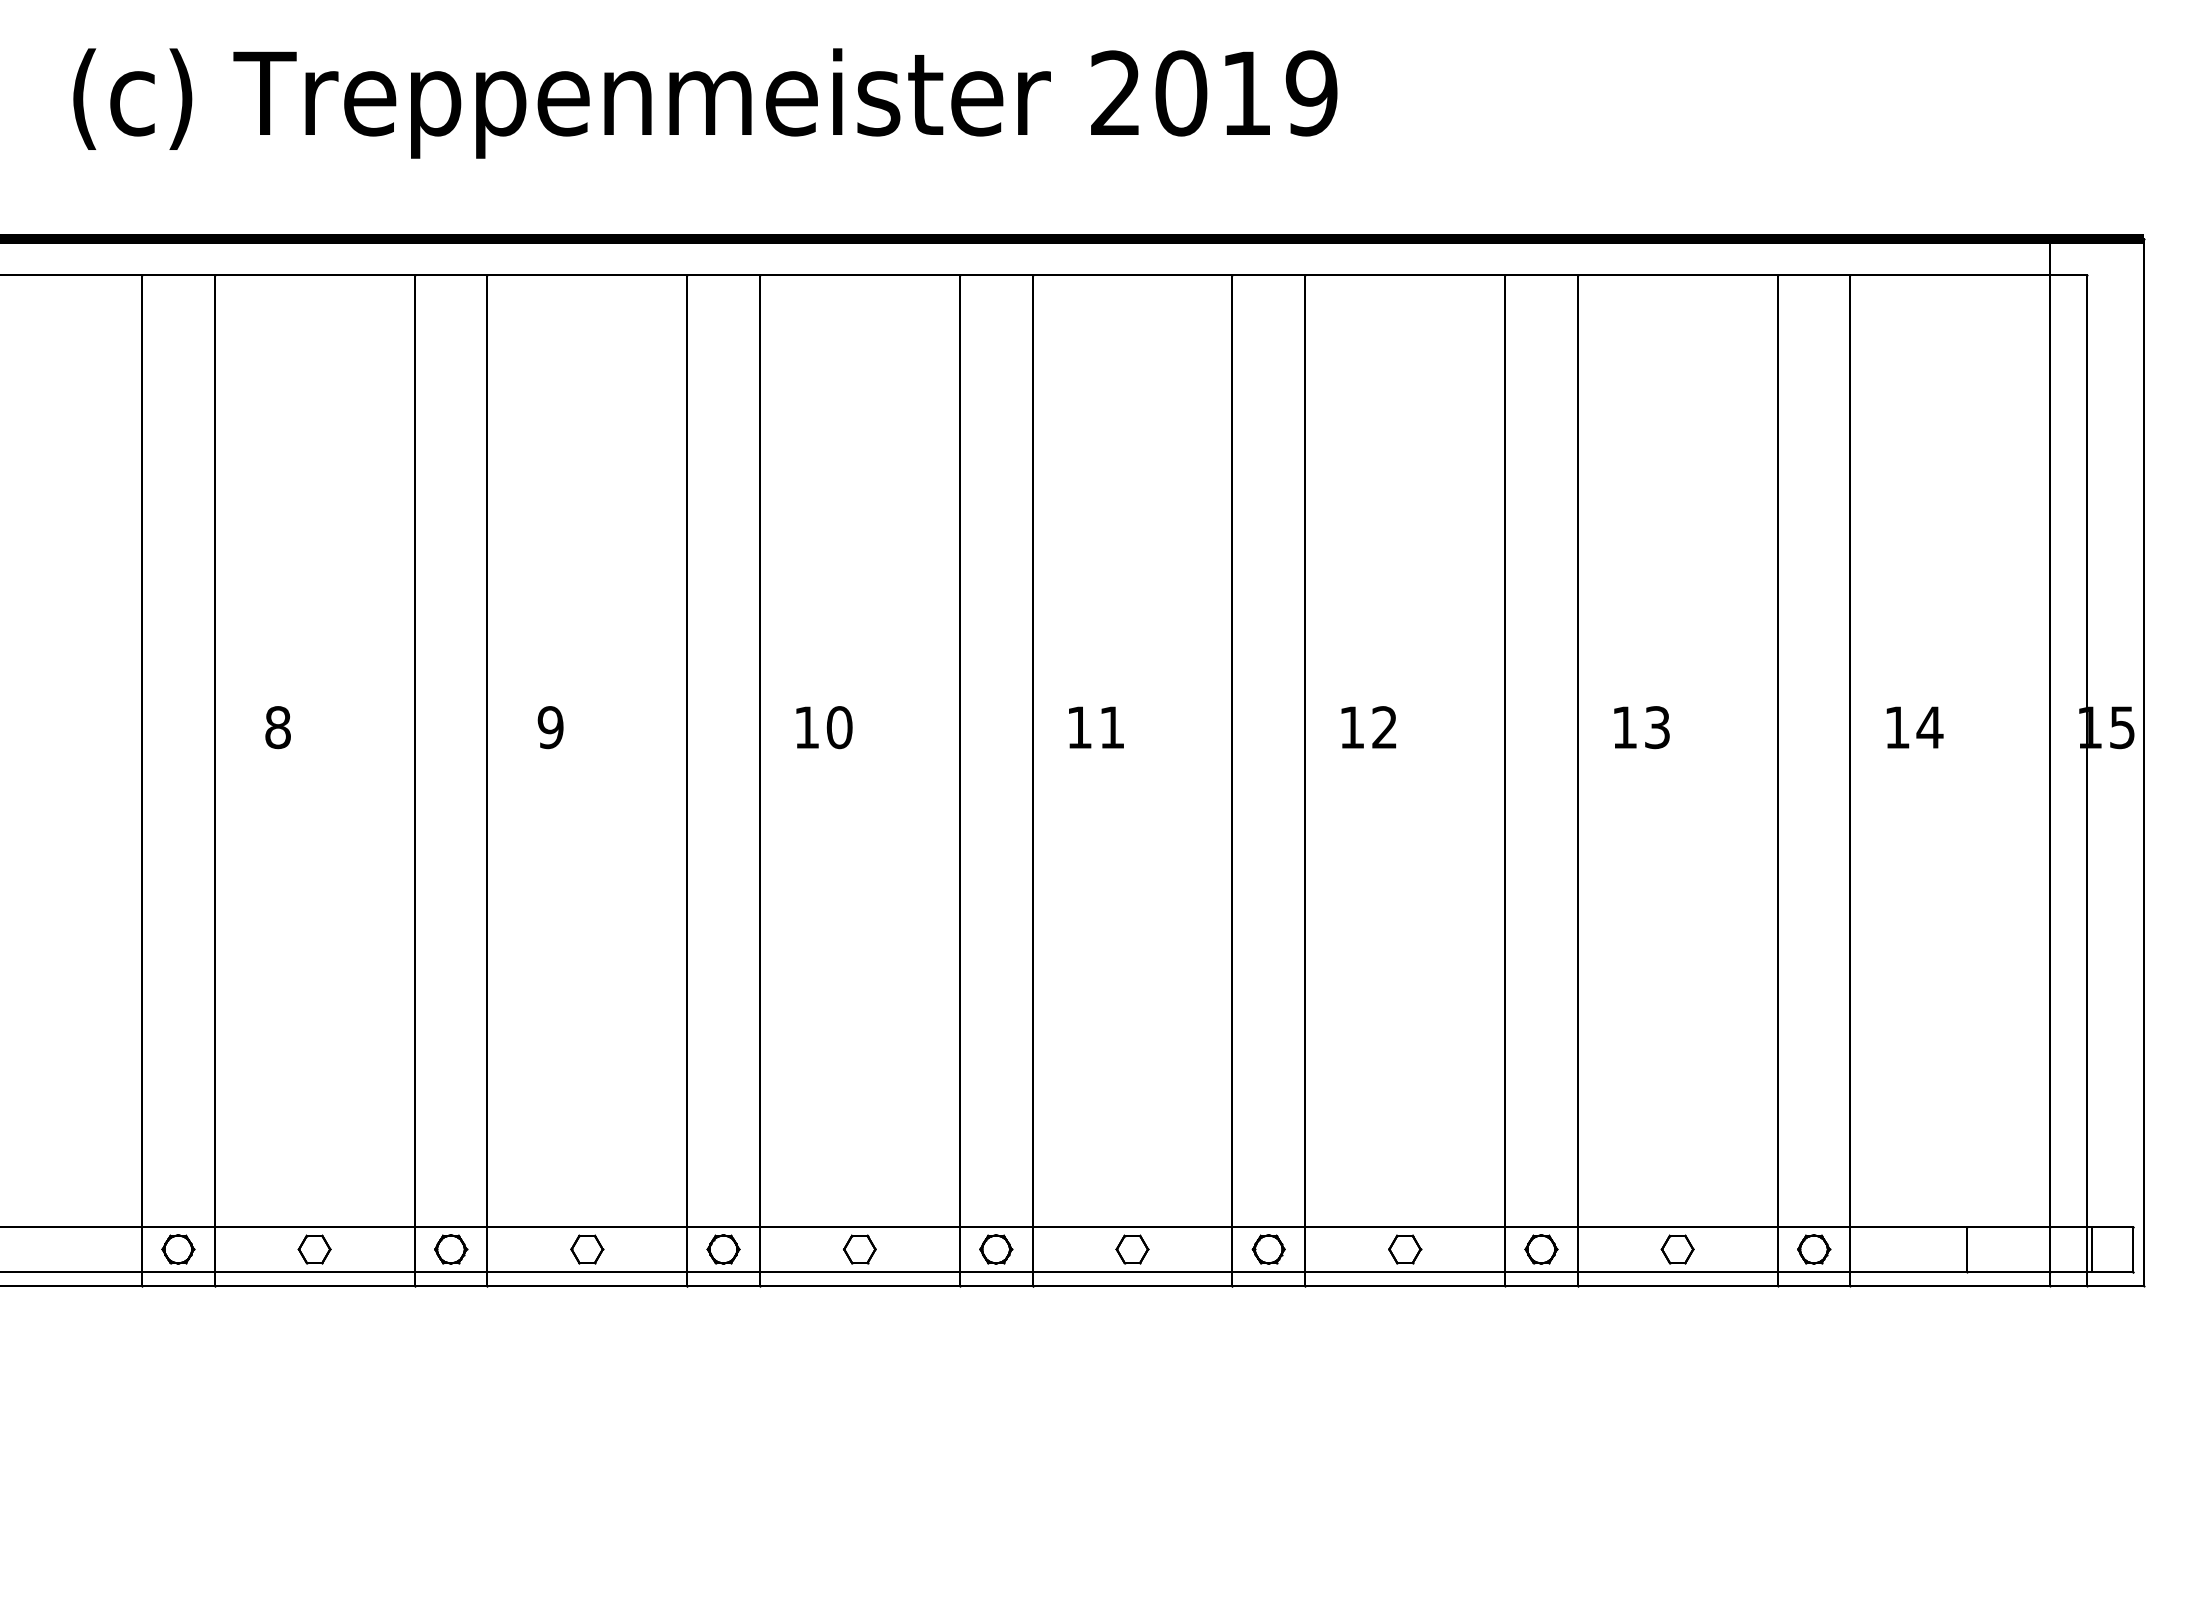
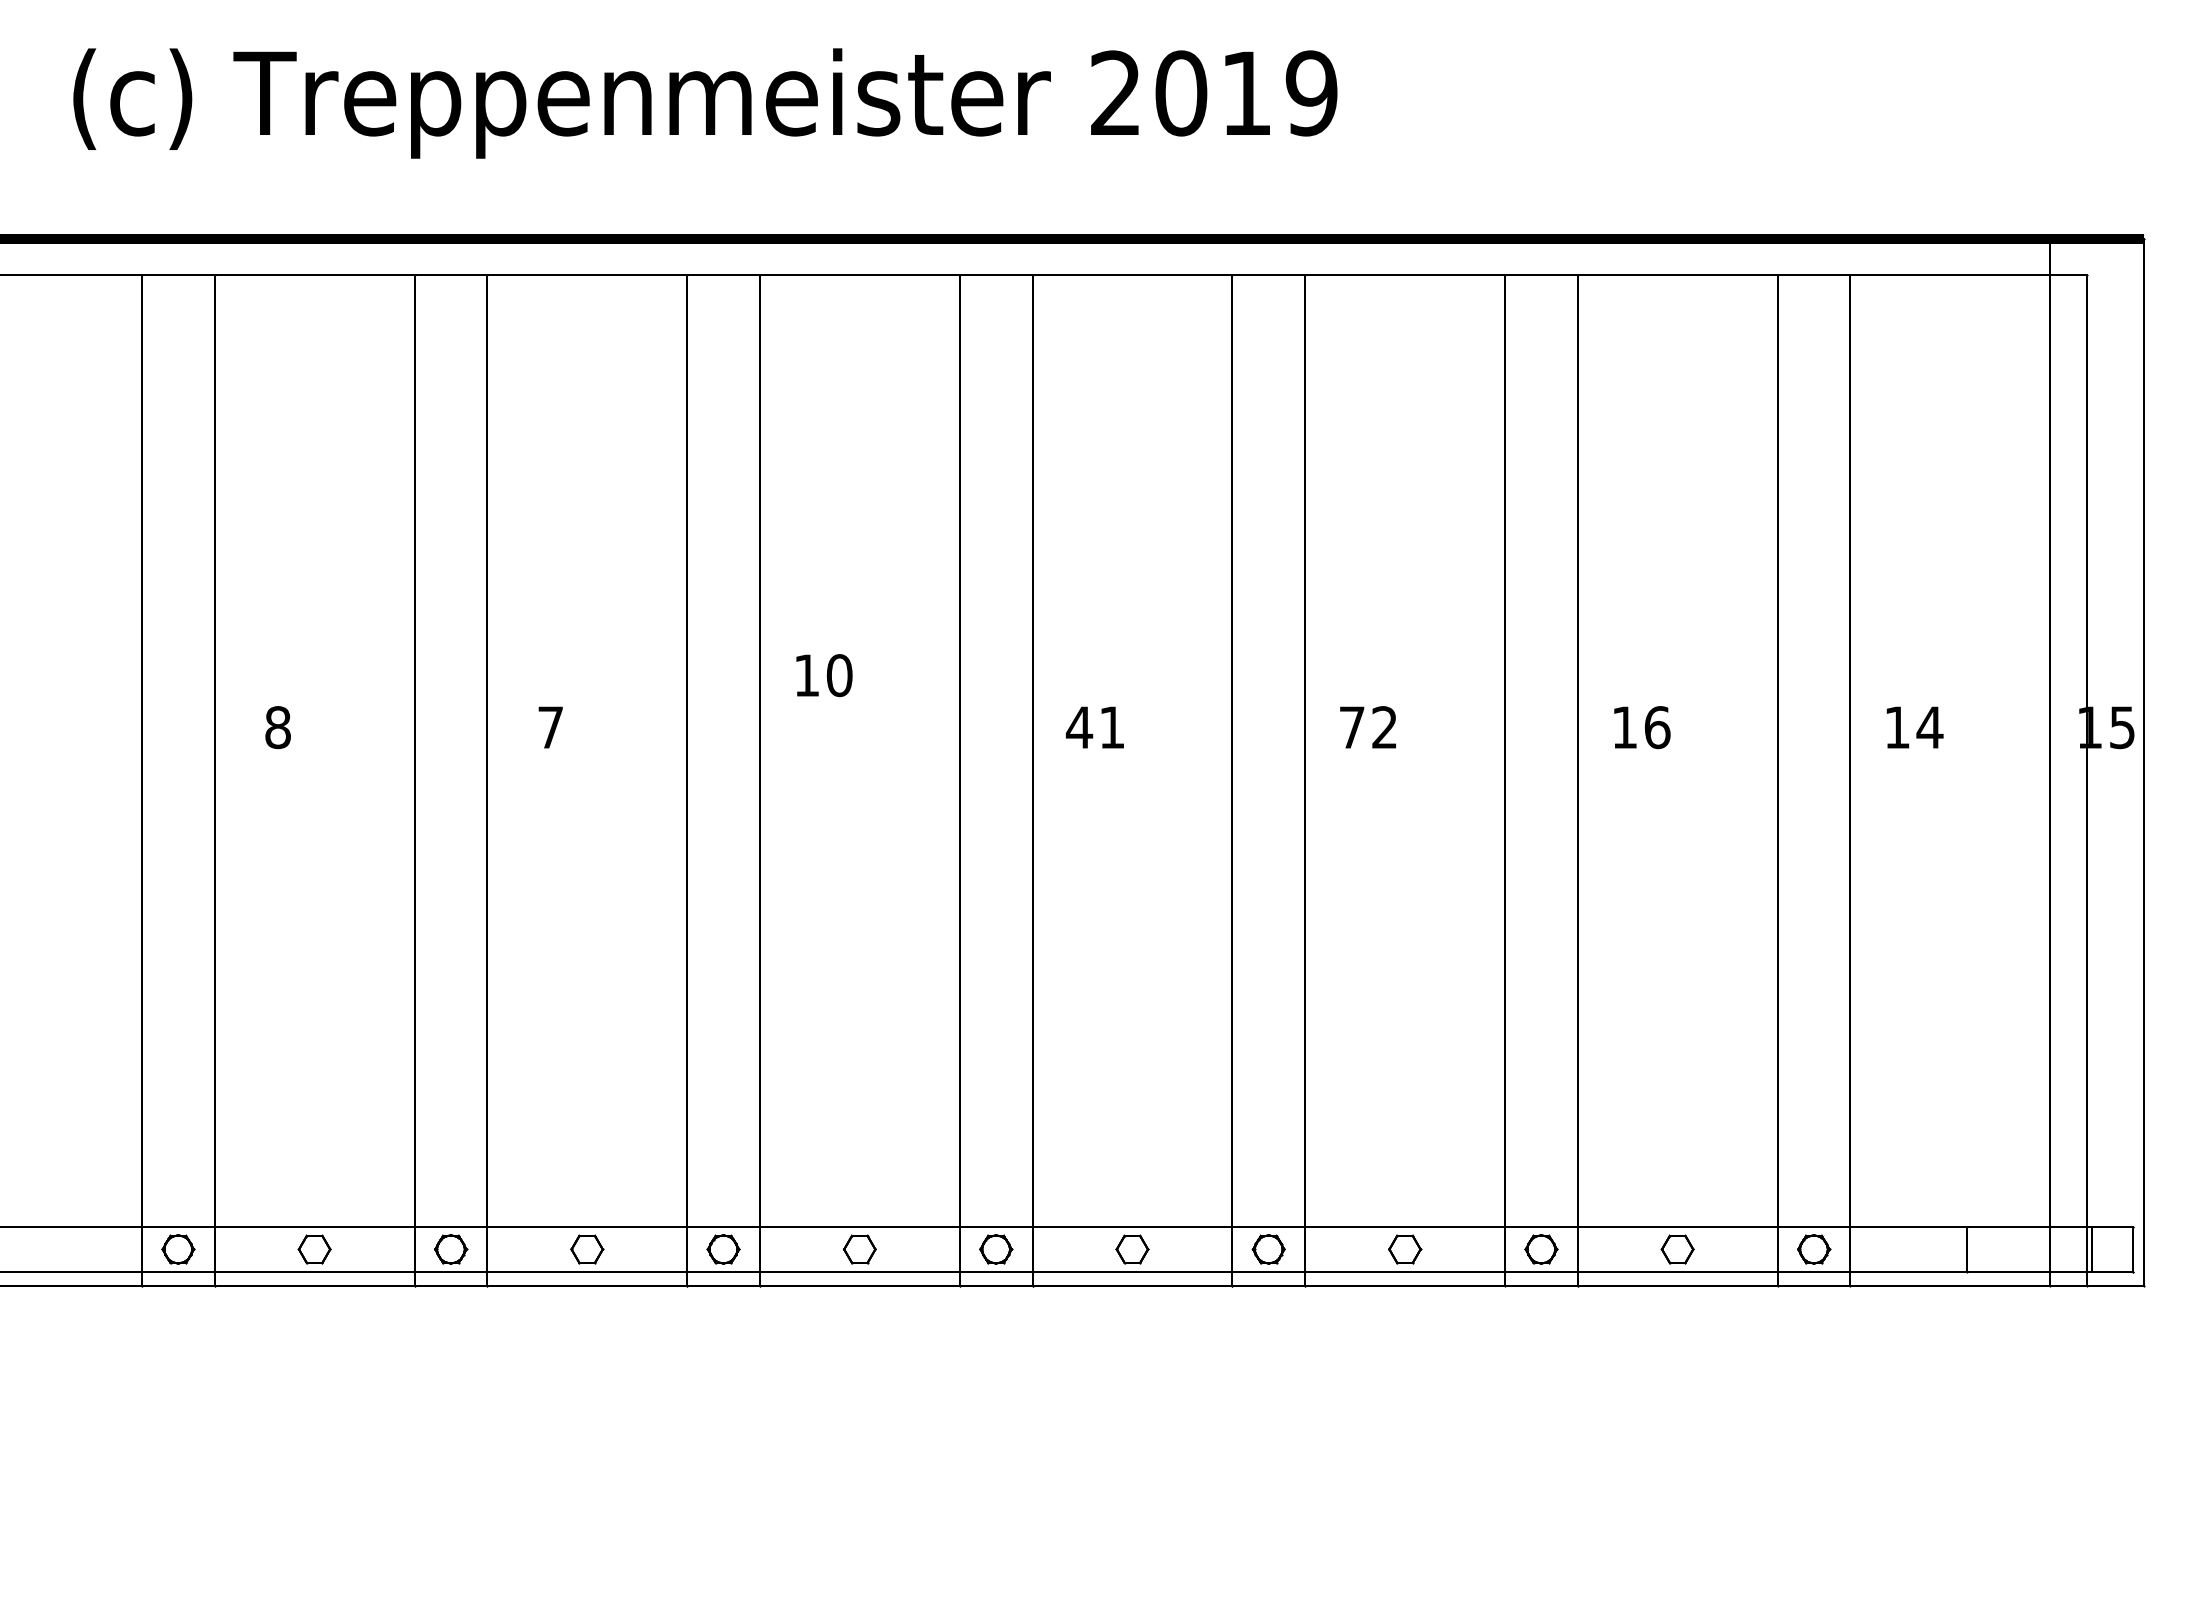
text at (550, 727): 9 -> 7
text at (824, 727) position: (824, 727) -> (824, 675)
text at (1079, 727): 11 -> 41
text at (1352, 727): 12 -> 72
text at (1657, 727): 13 -> 16
